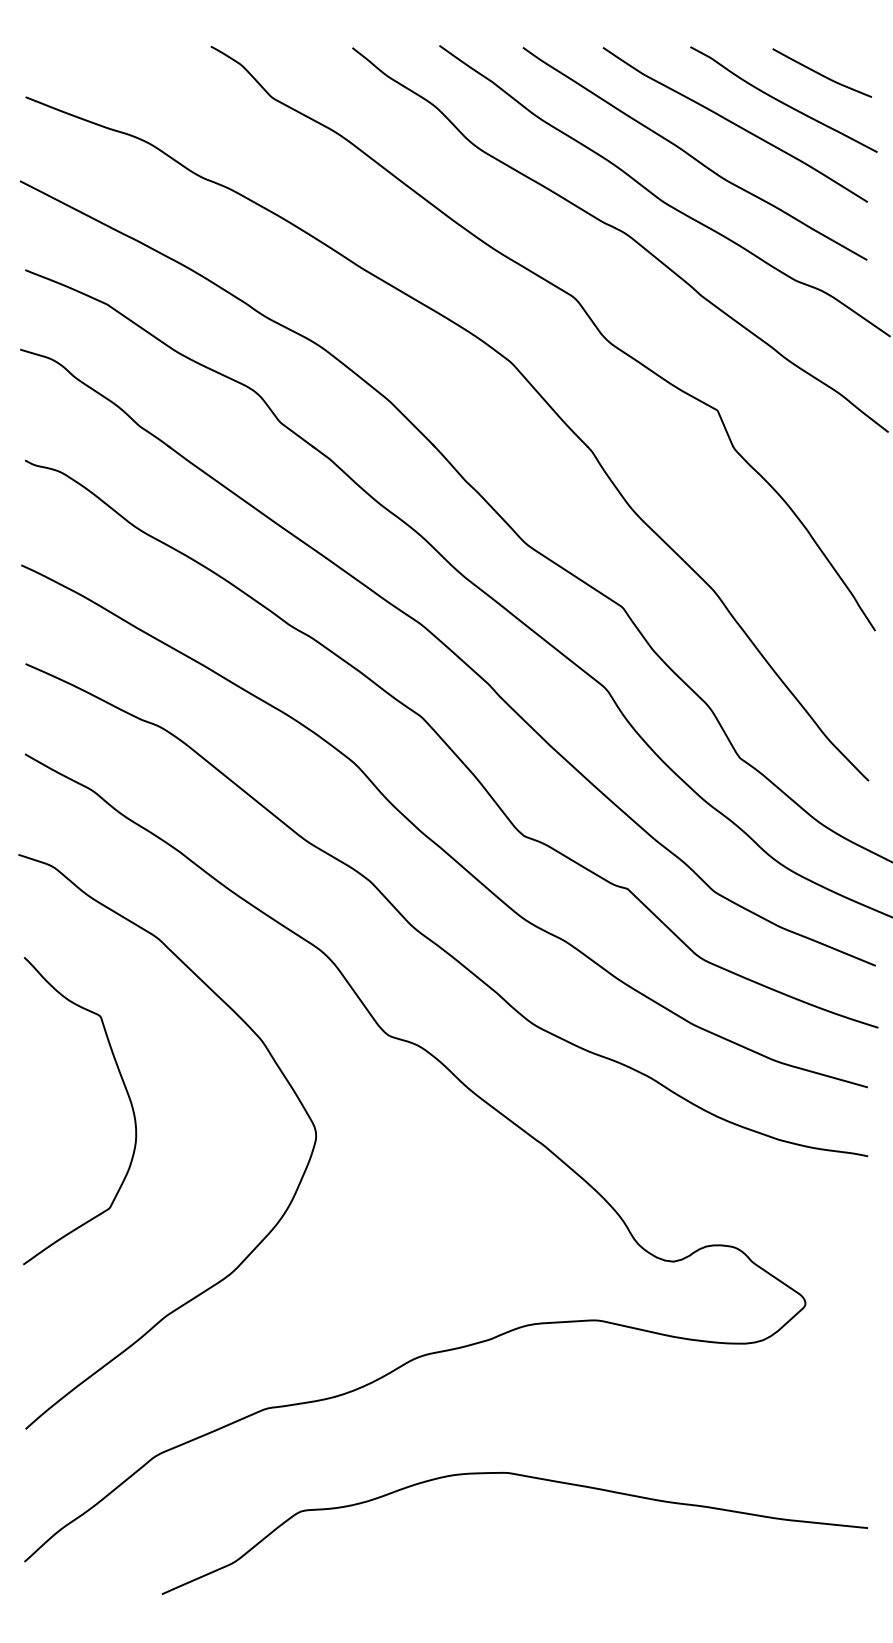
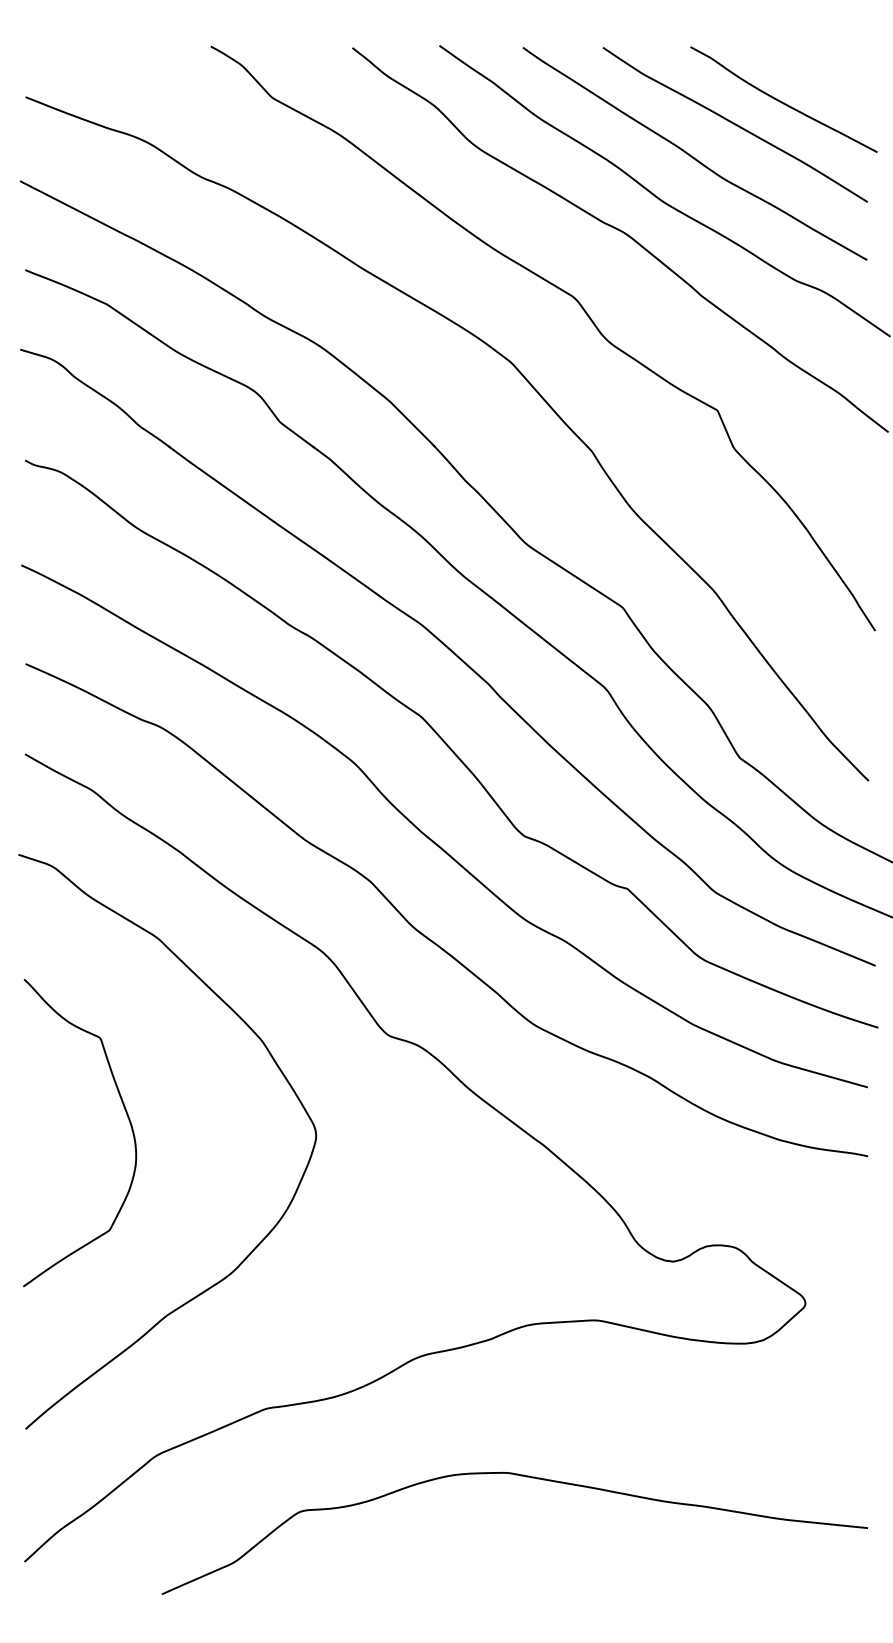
curve at (820, 73): present -> none
curve at (126, 1093) position: (126, 1093) -> (126, 1115)
